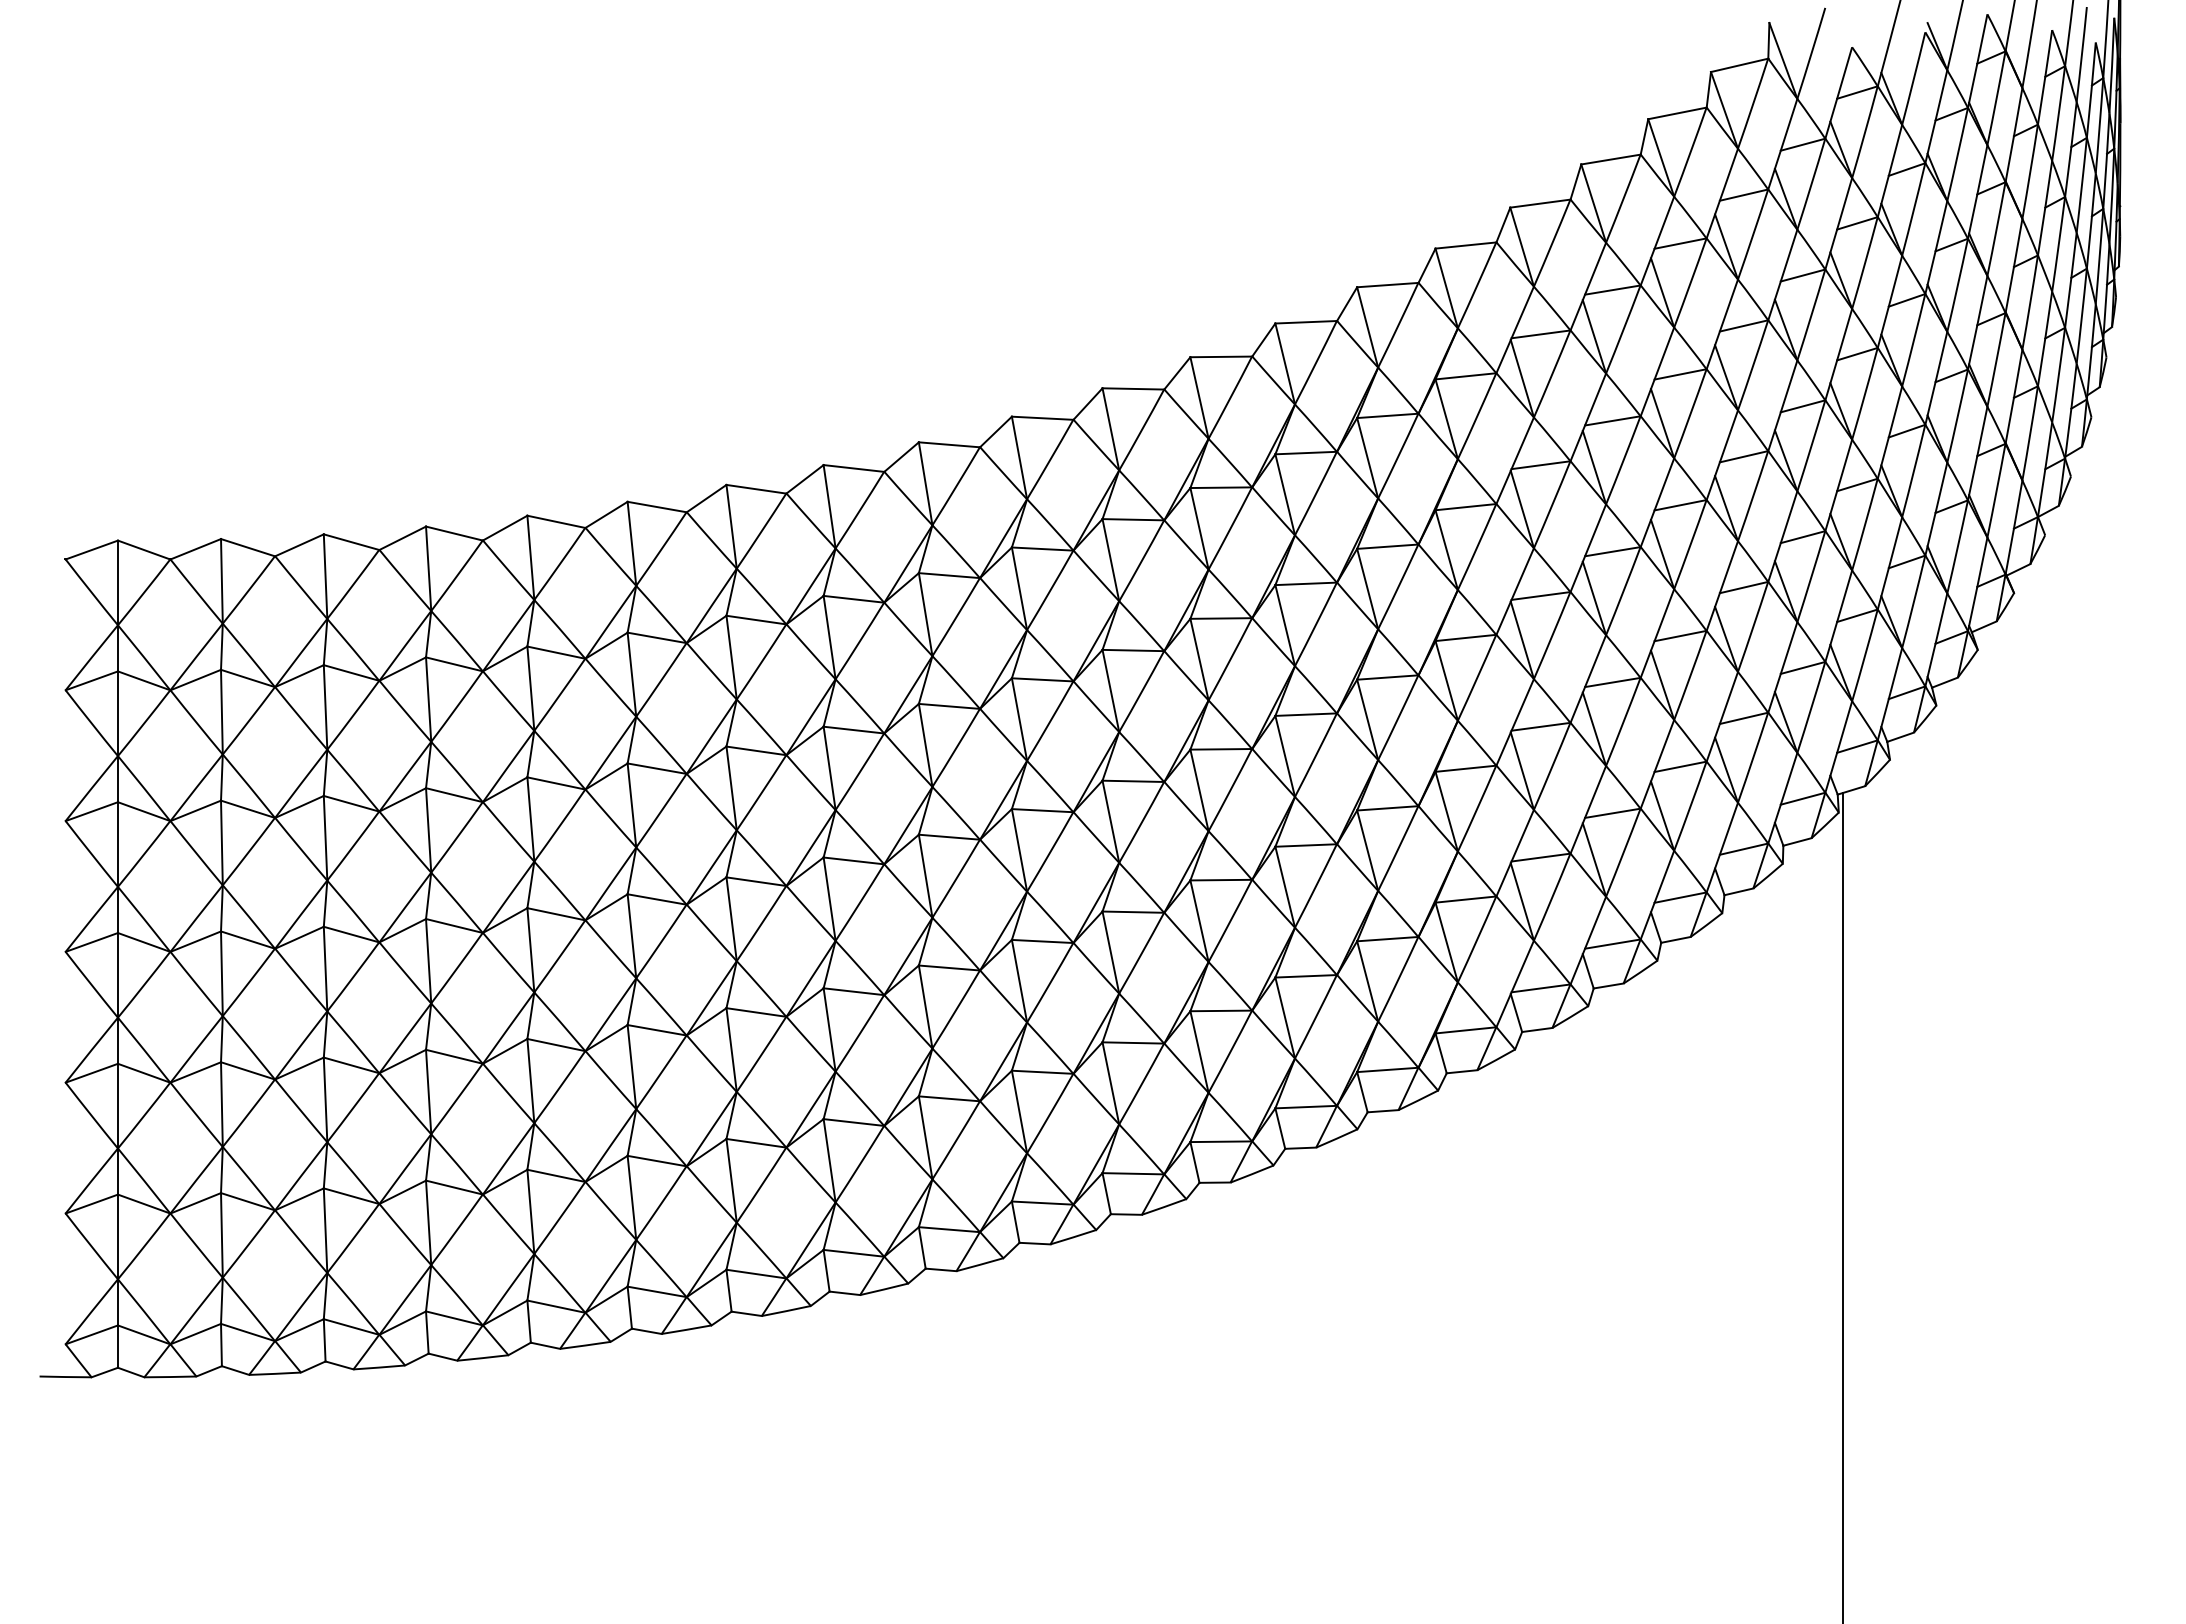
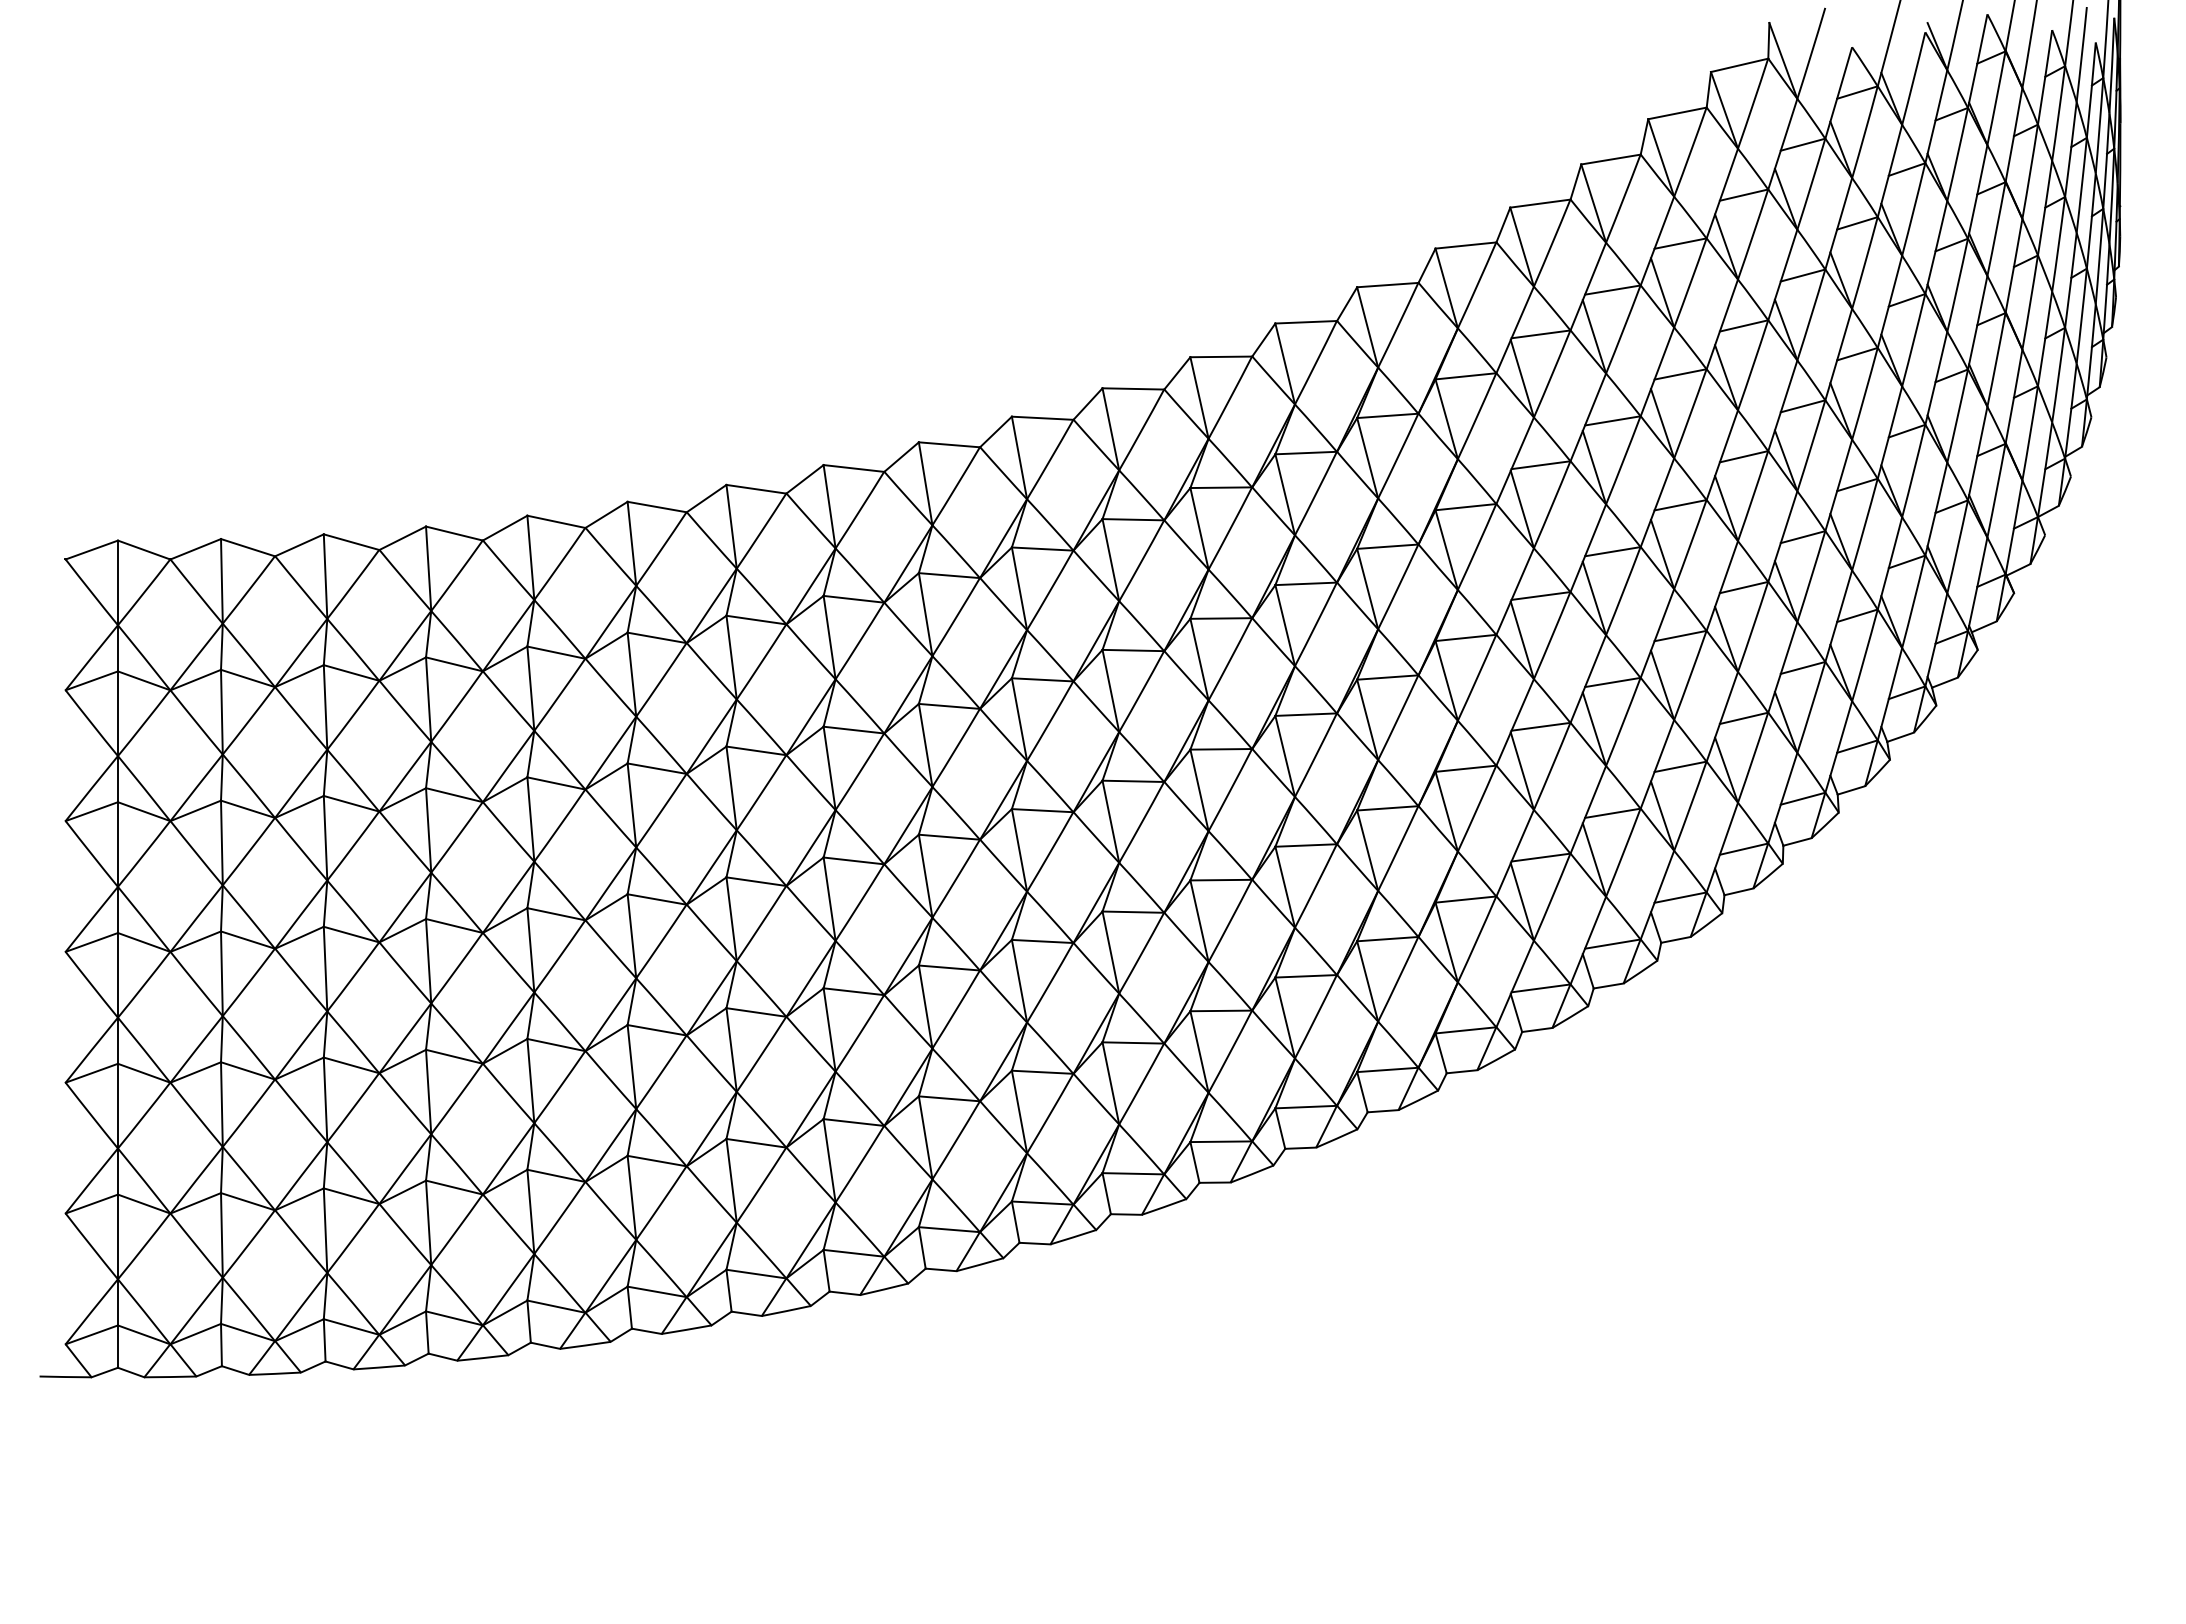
line at (1843, 1206): present -> none
